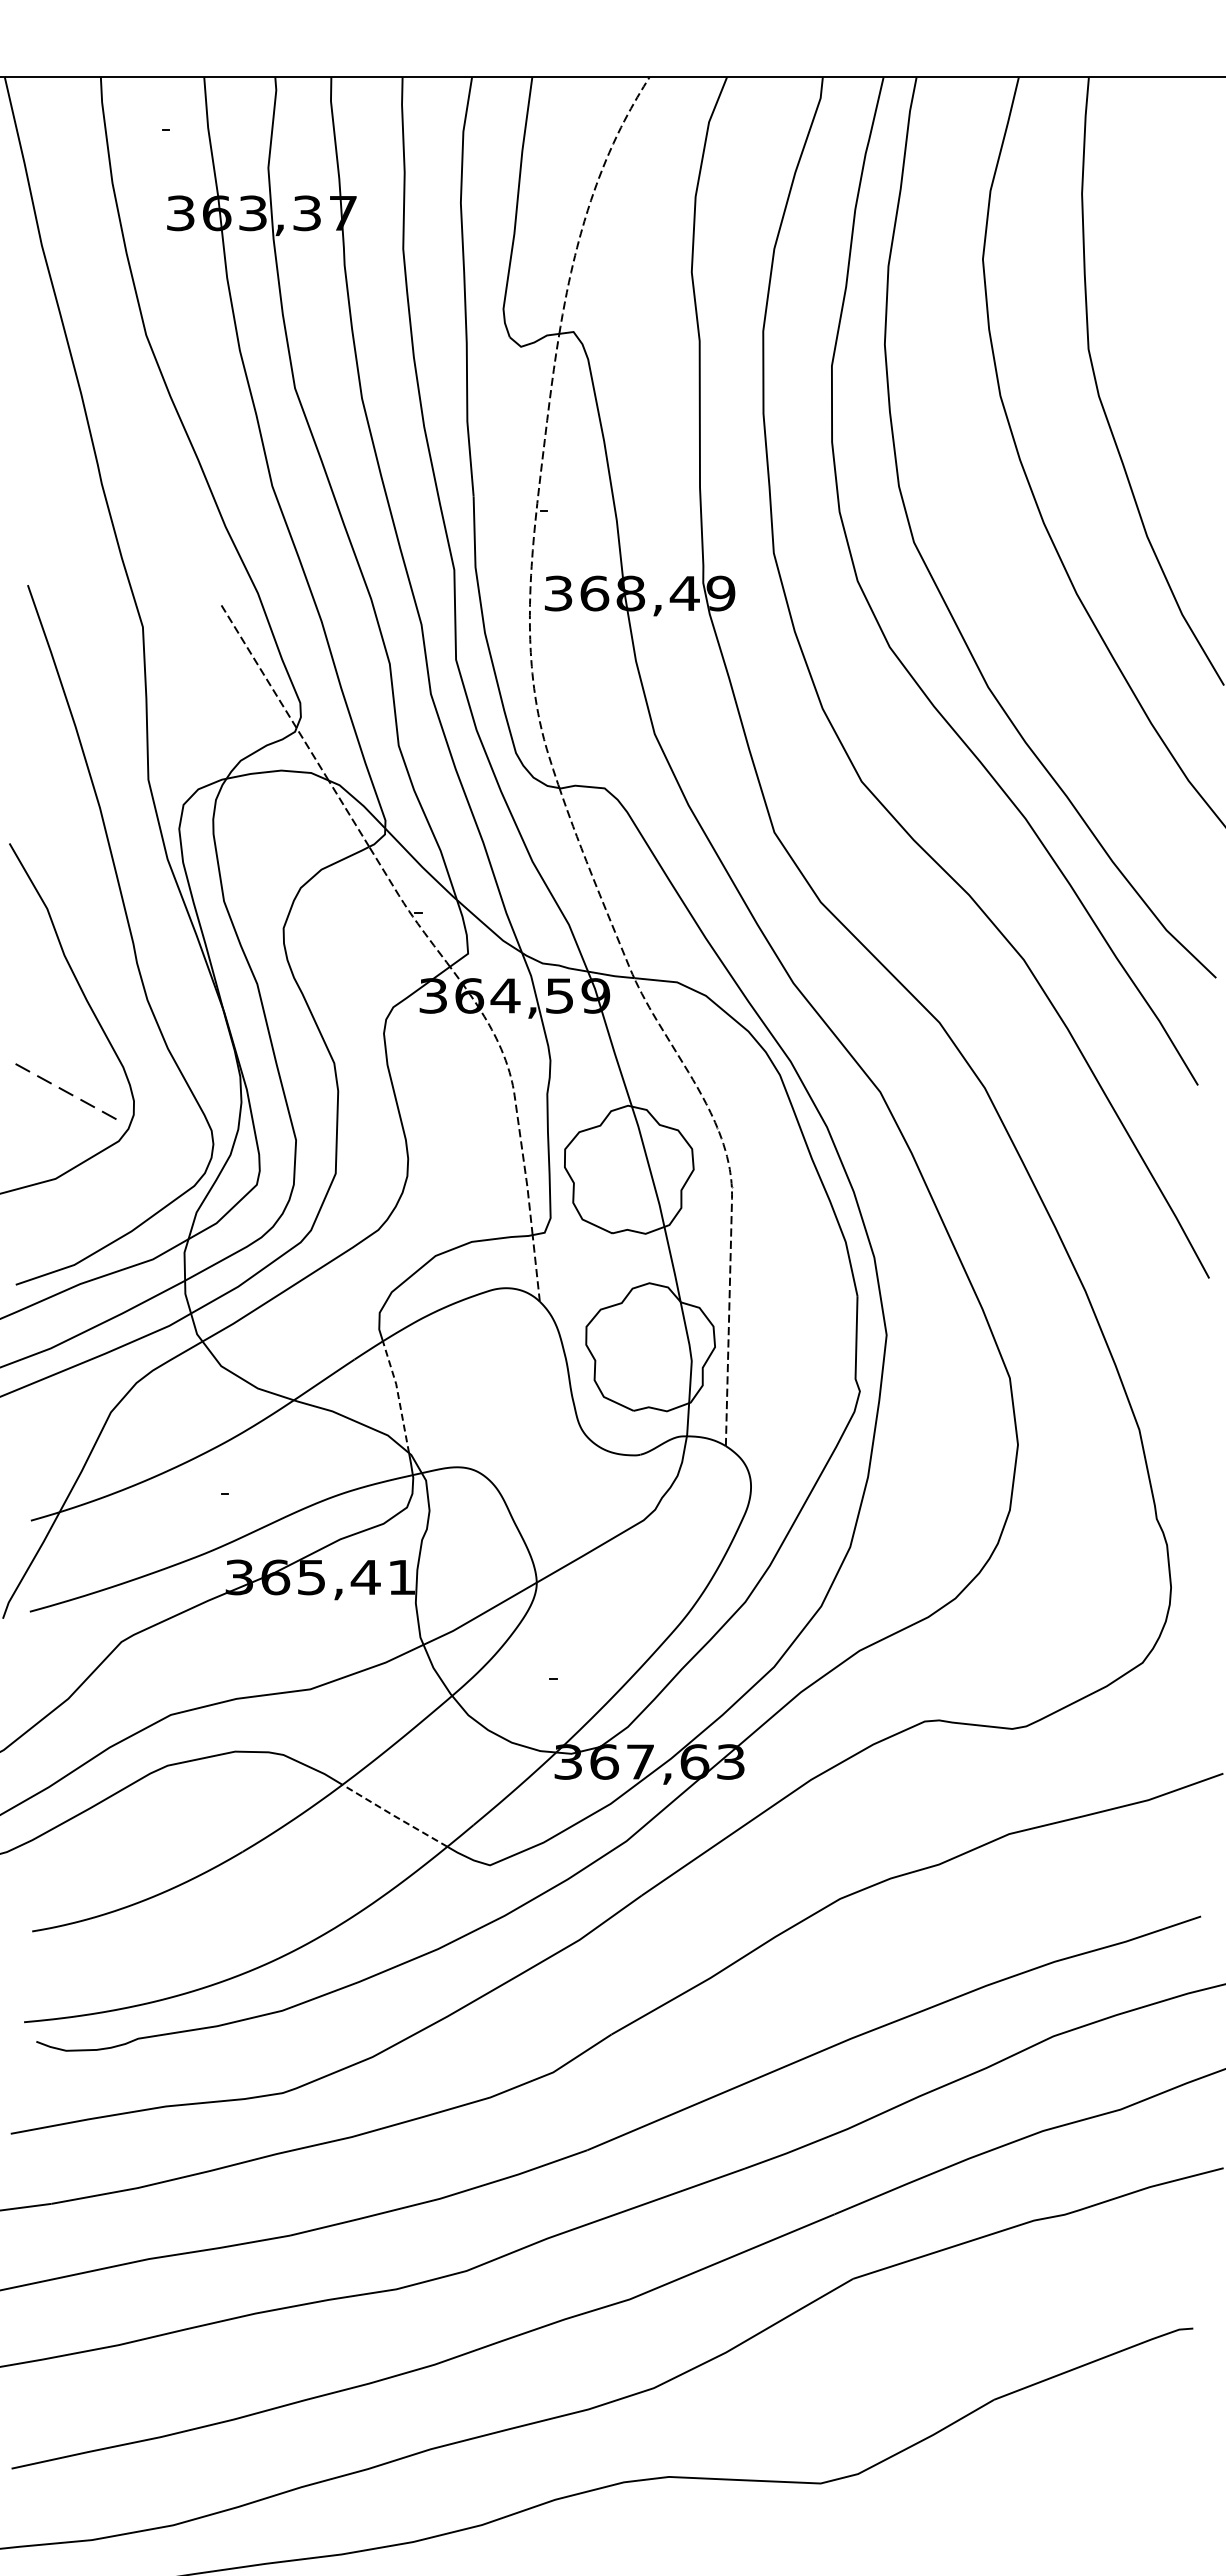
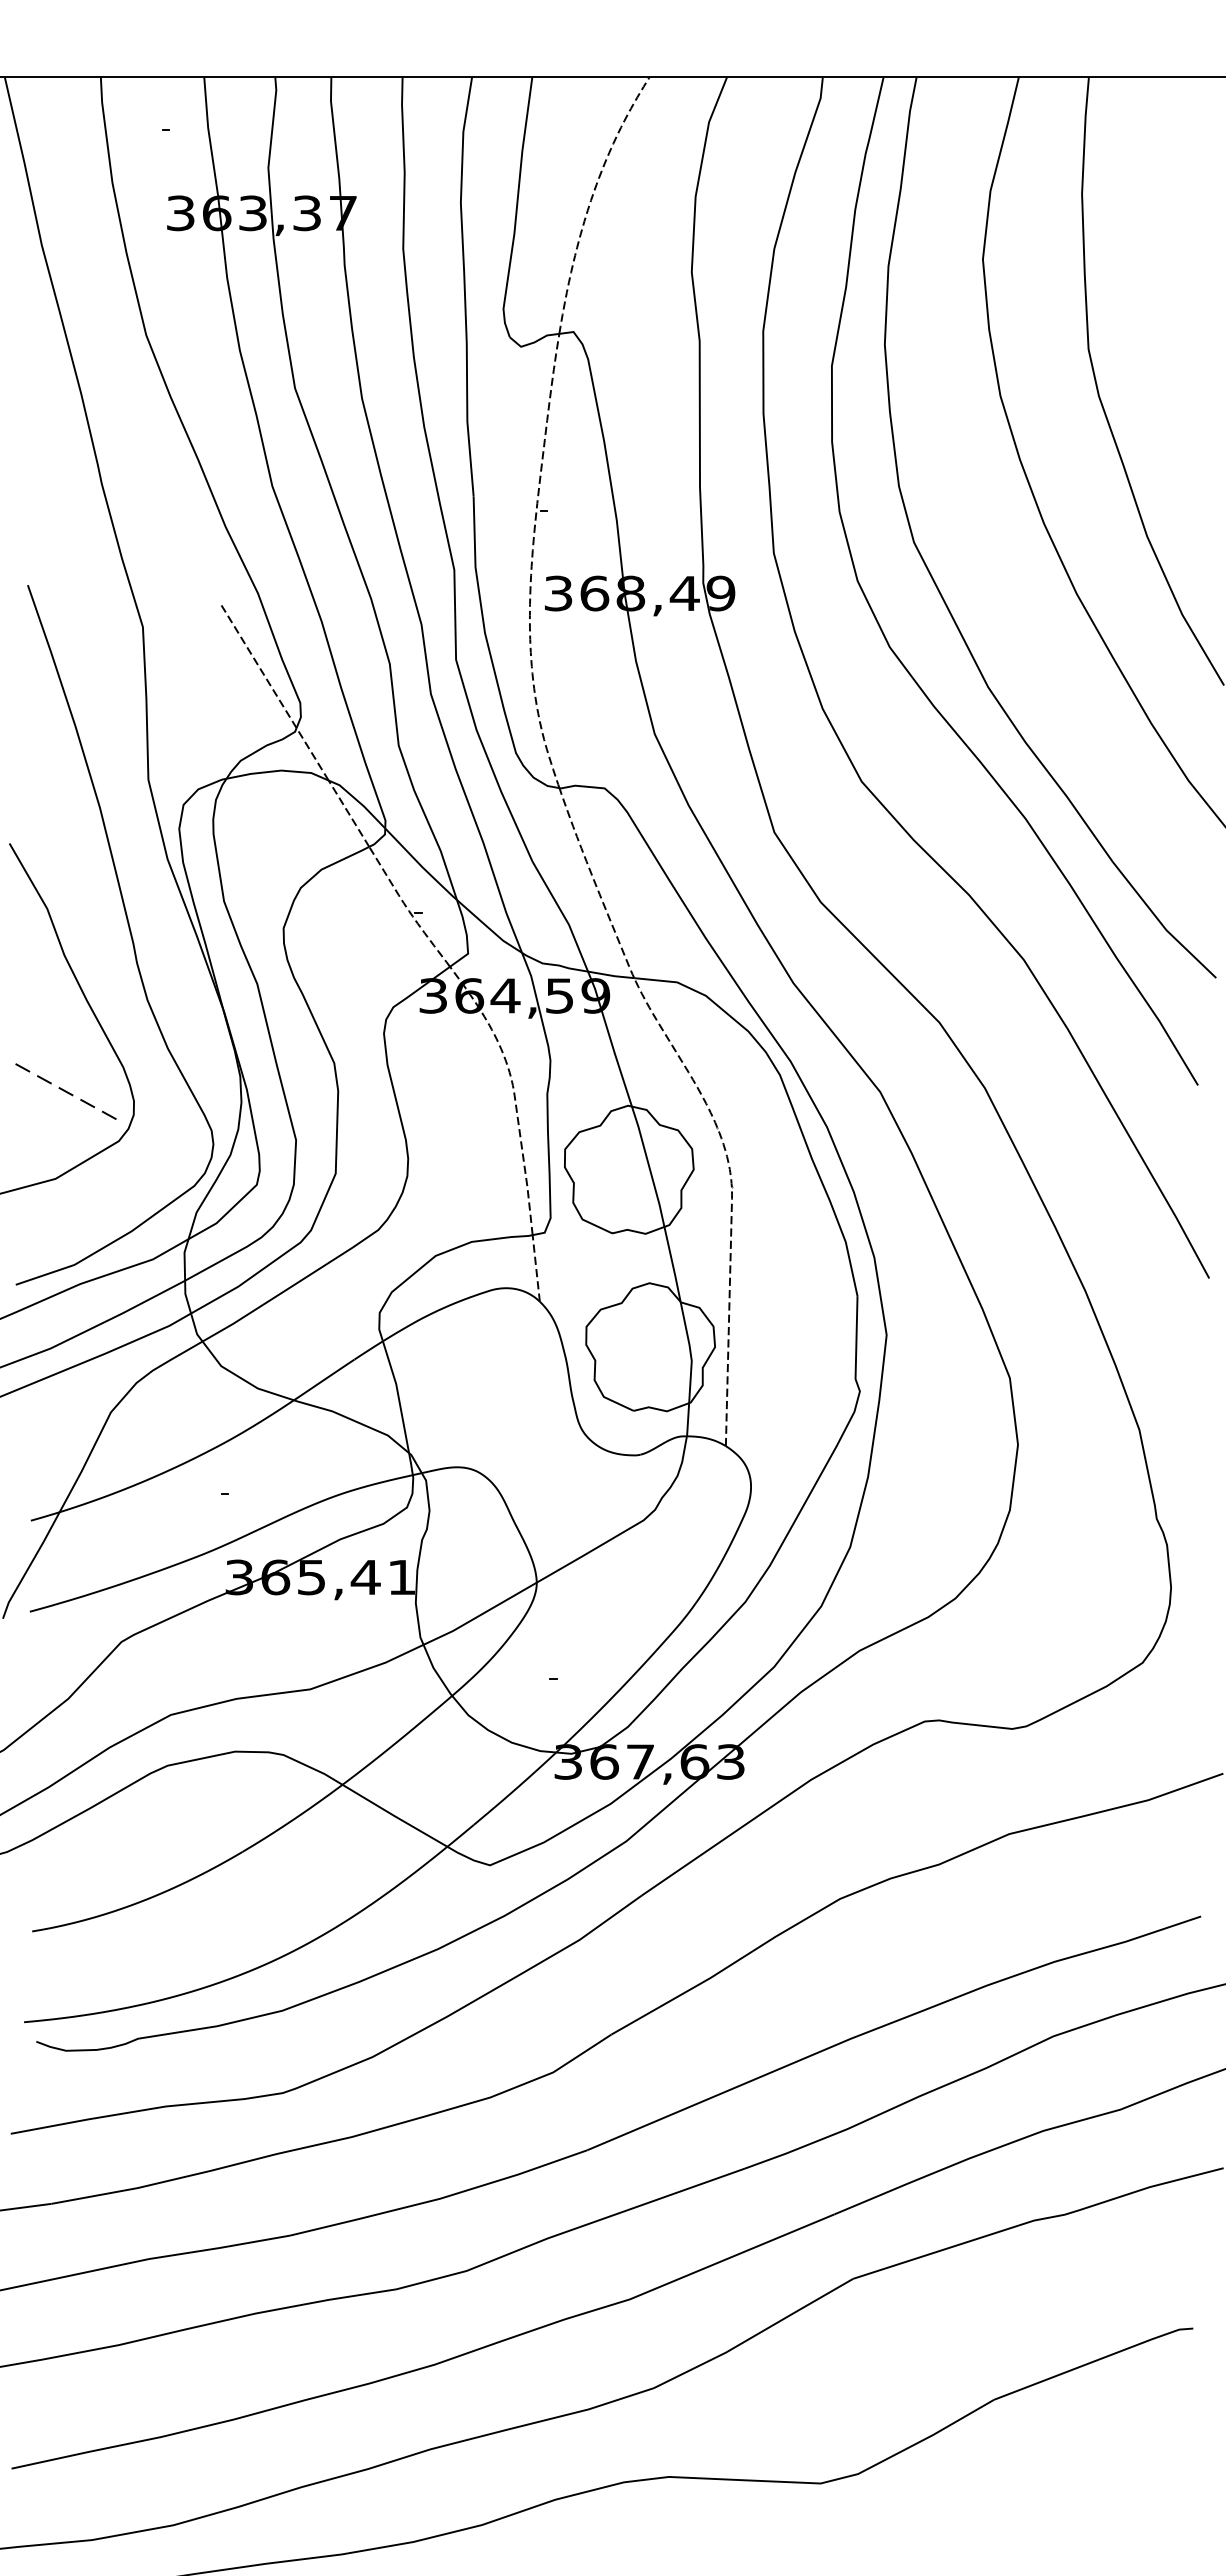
line at (398, 1395): dashed -> solid
line at (393, 1815): dashed -> solid
